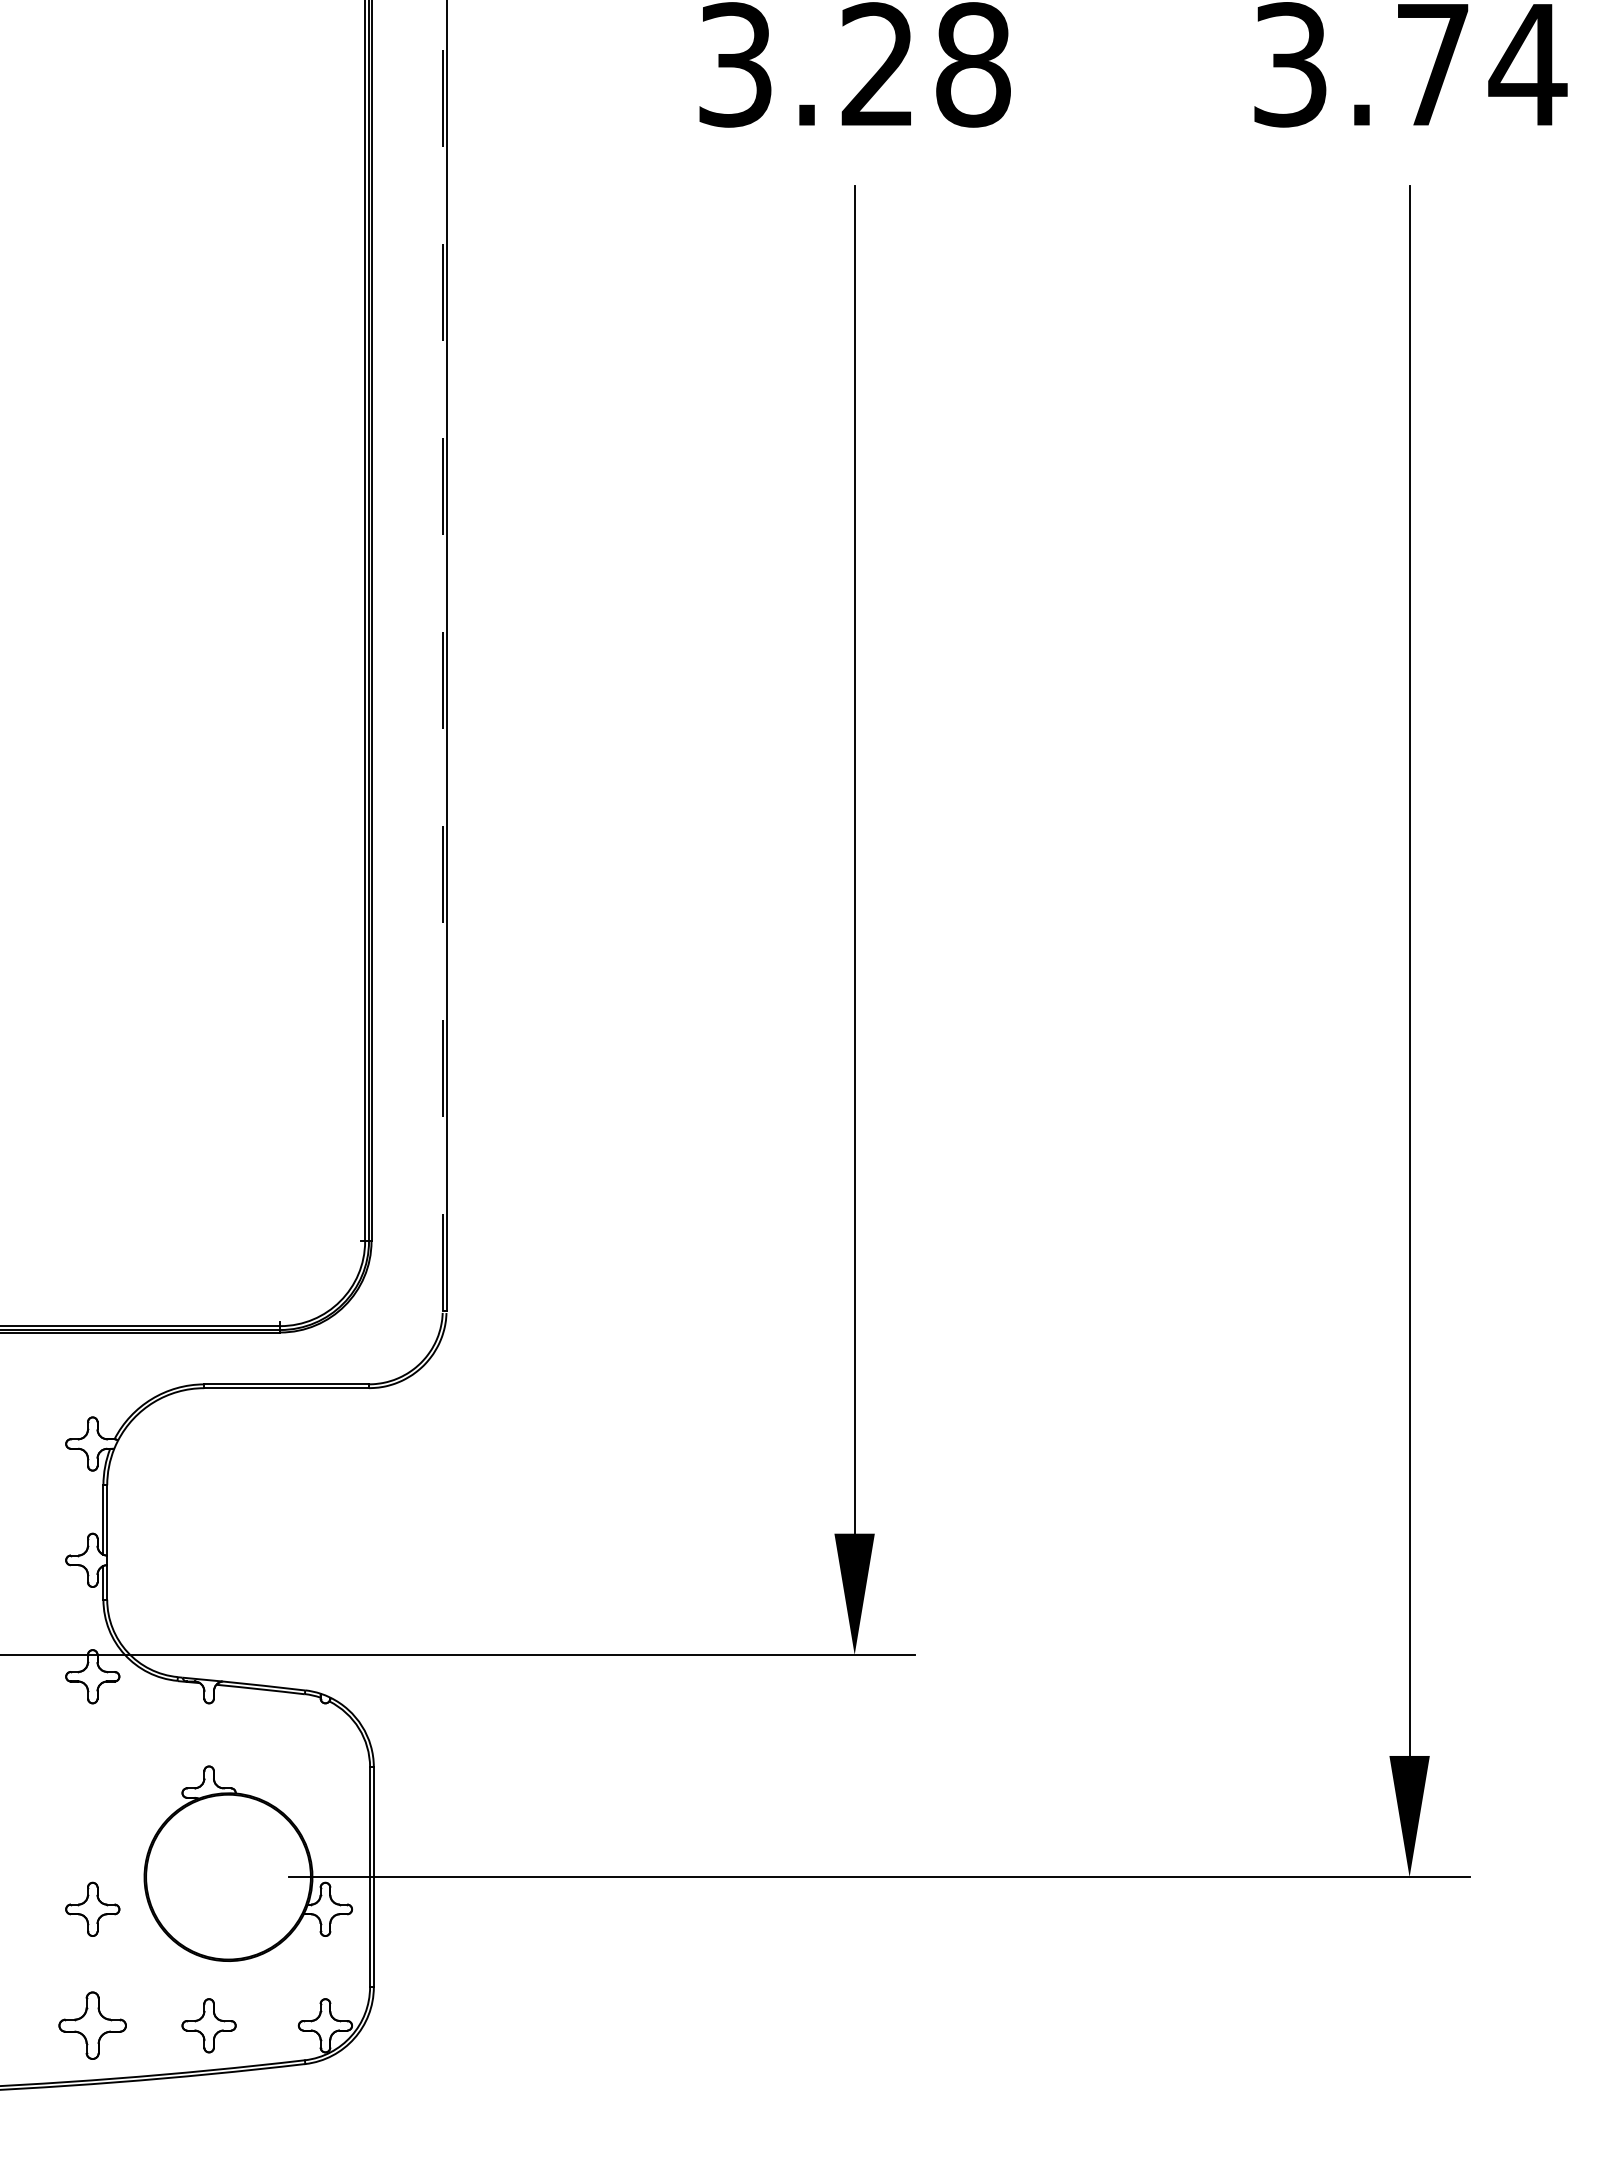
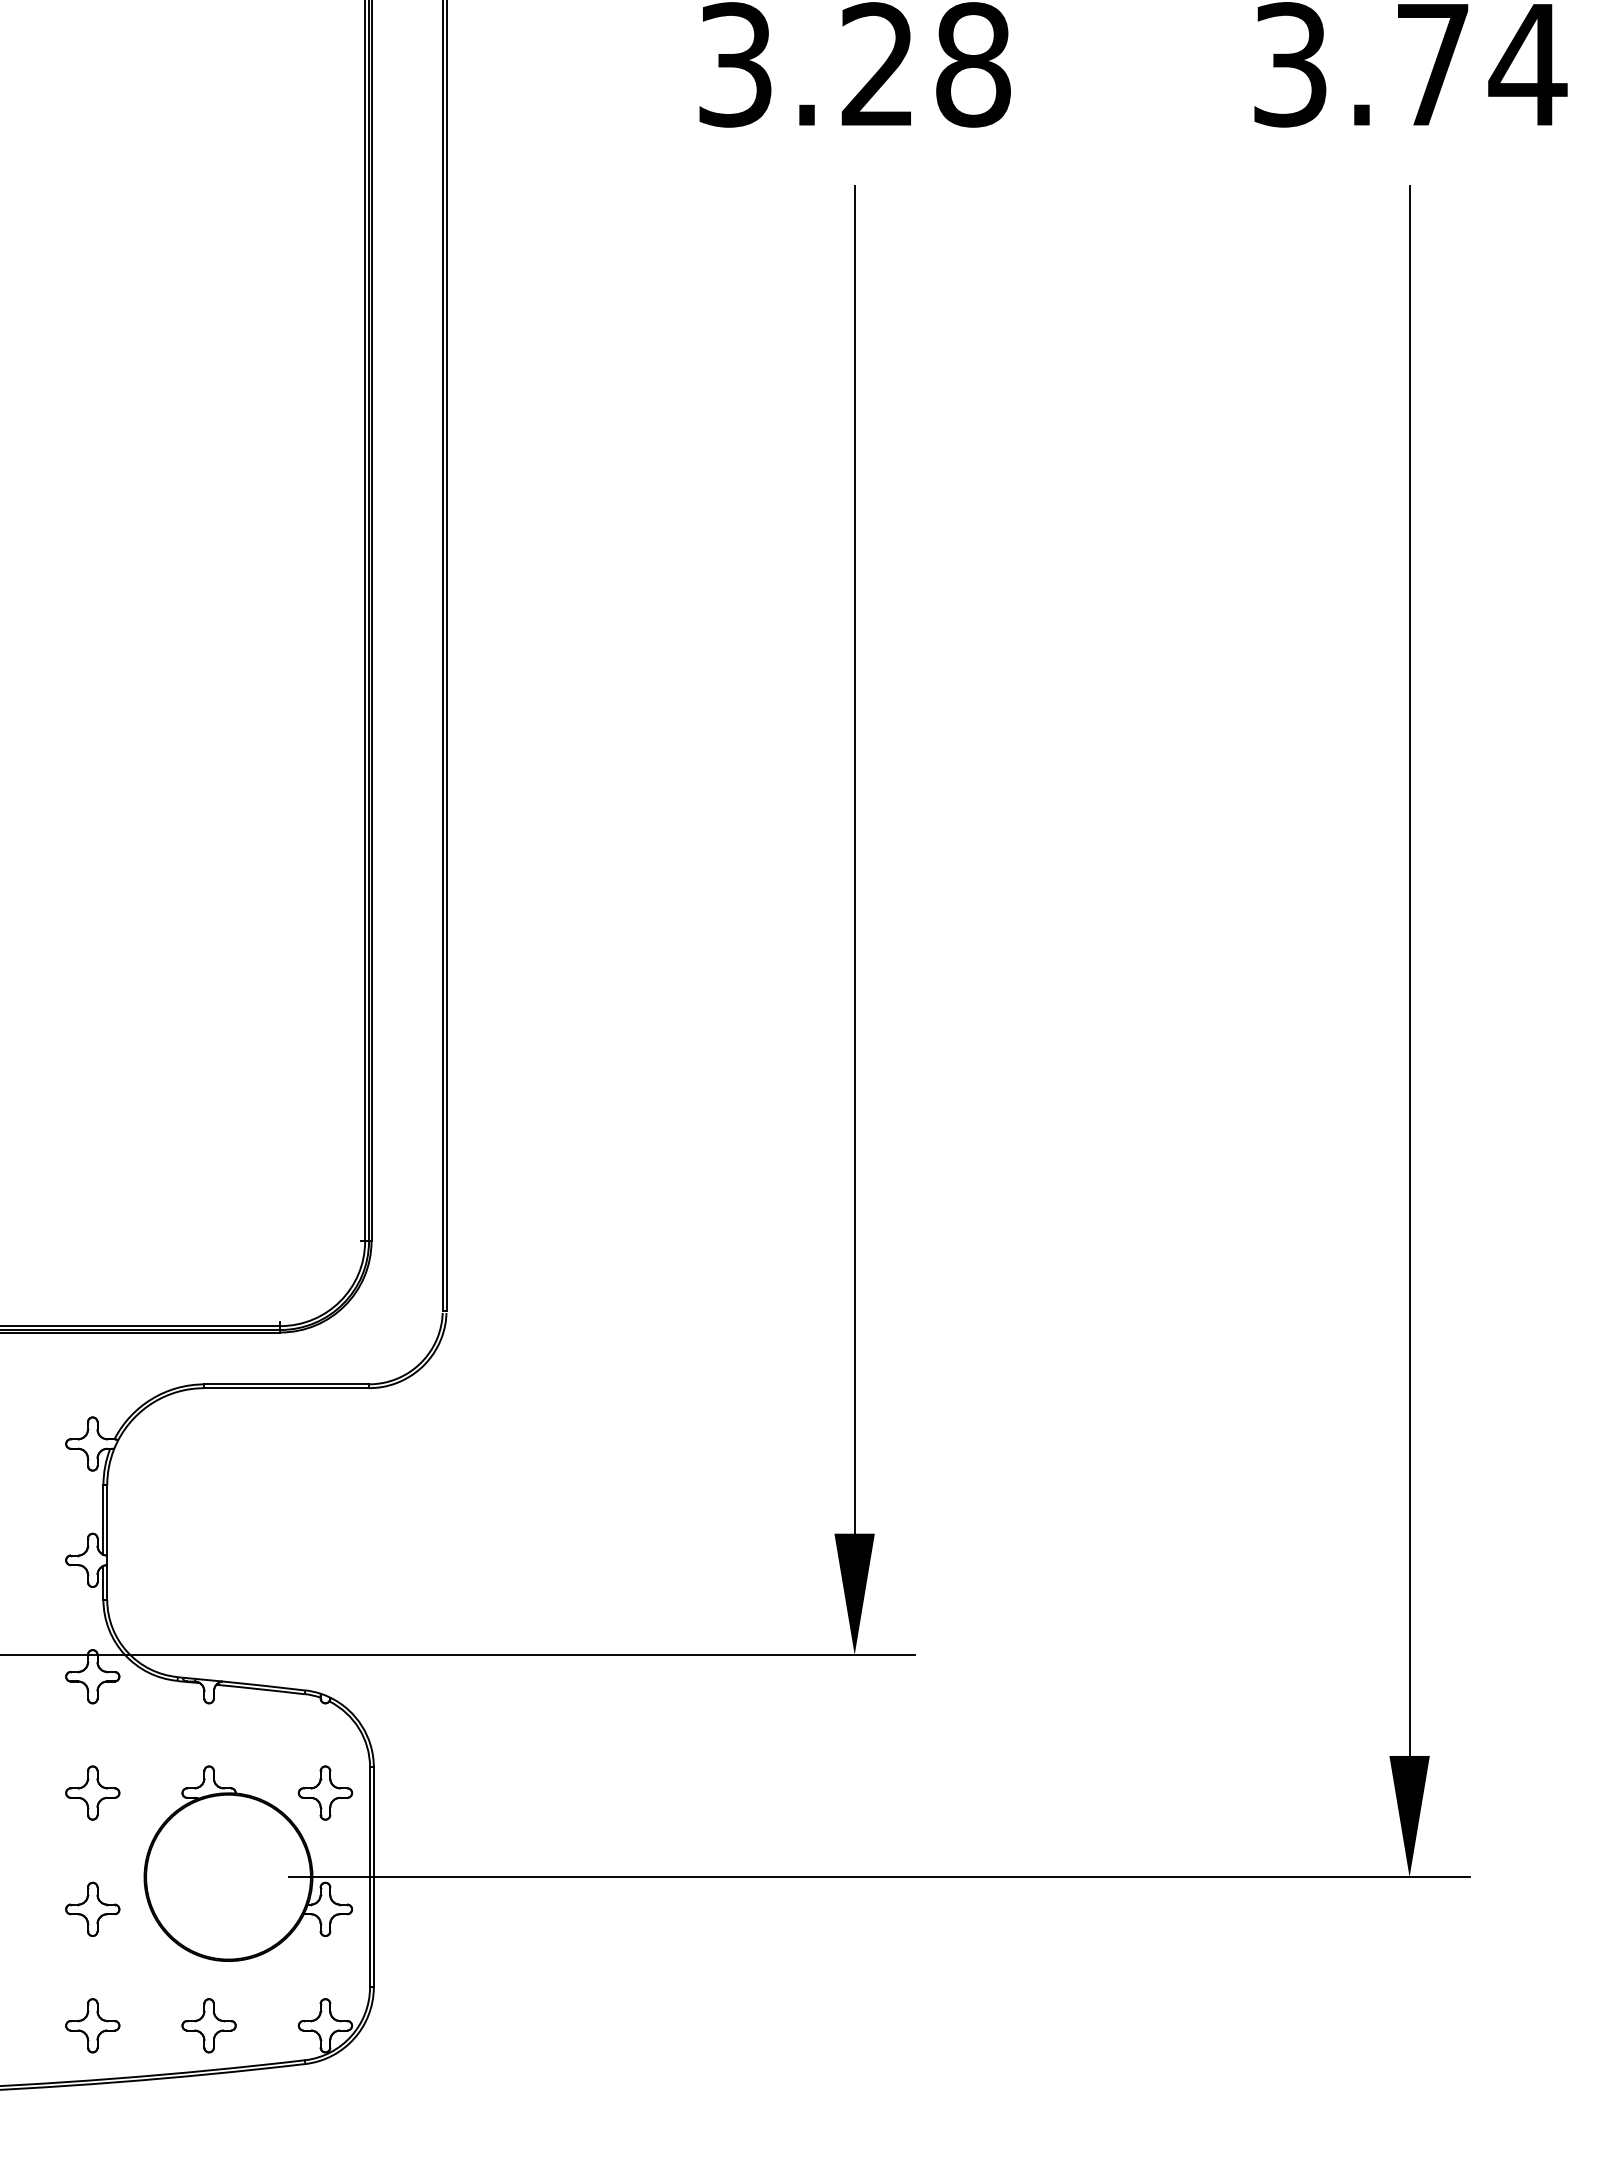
line at (442, 655): dashed -> solid
part at (92, 1792): none -> present
part at (324, 1792): none -> present
part at (92, 2025) size: 69x69 px -> 56x56 px
